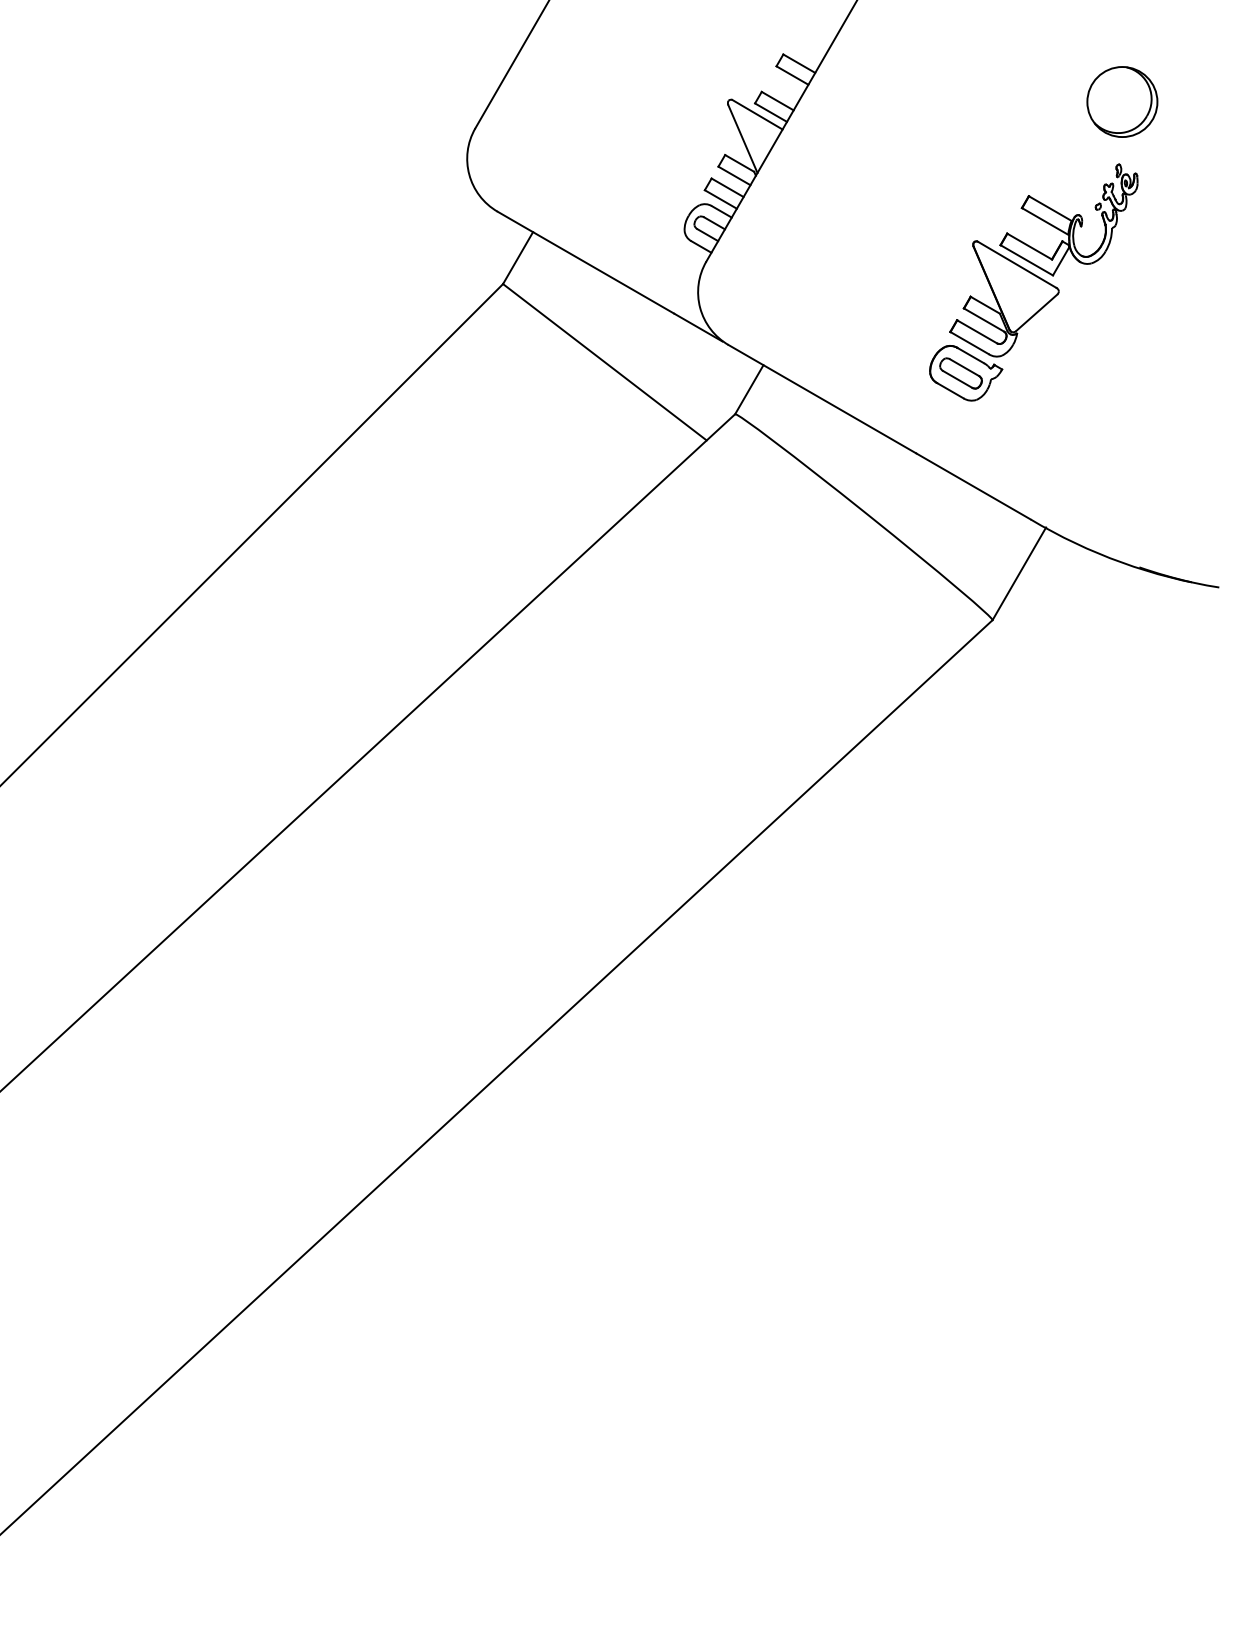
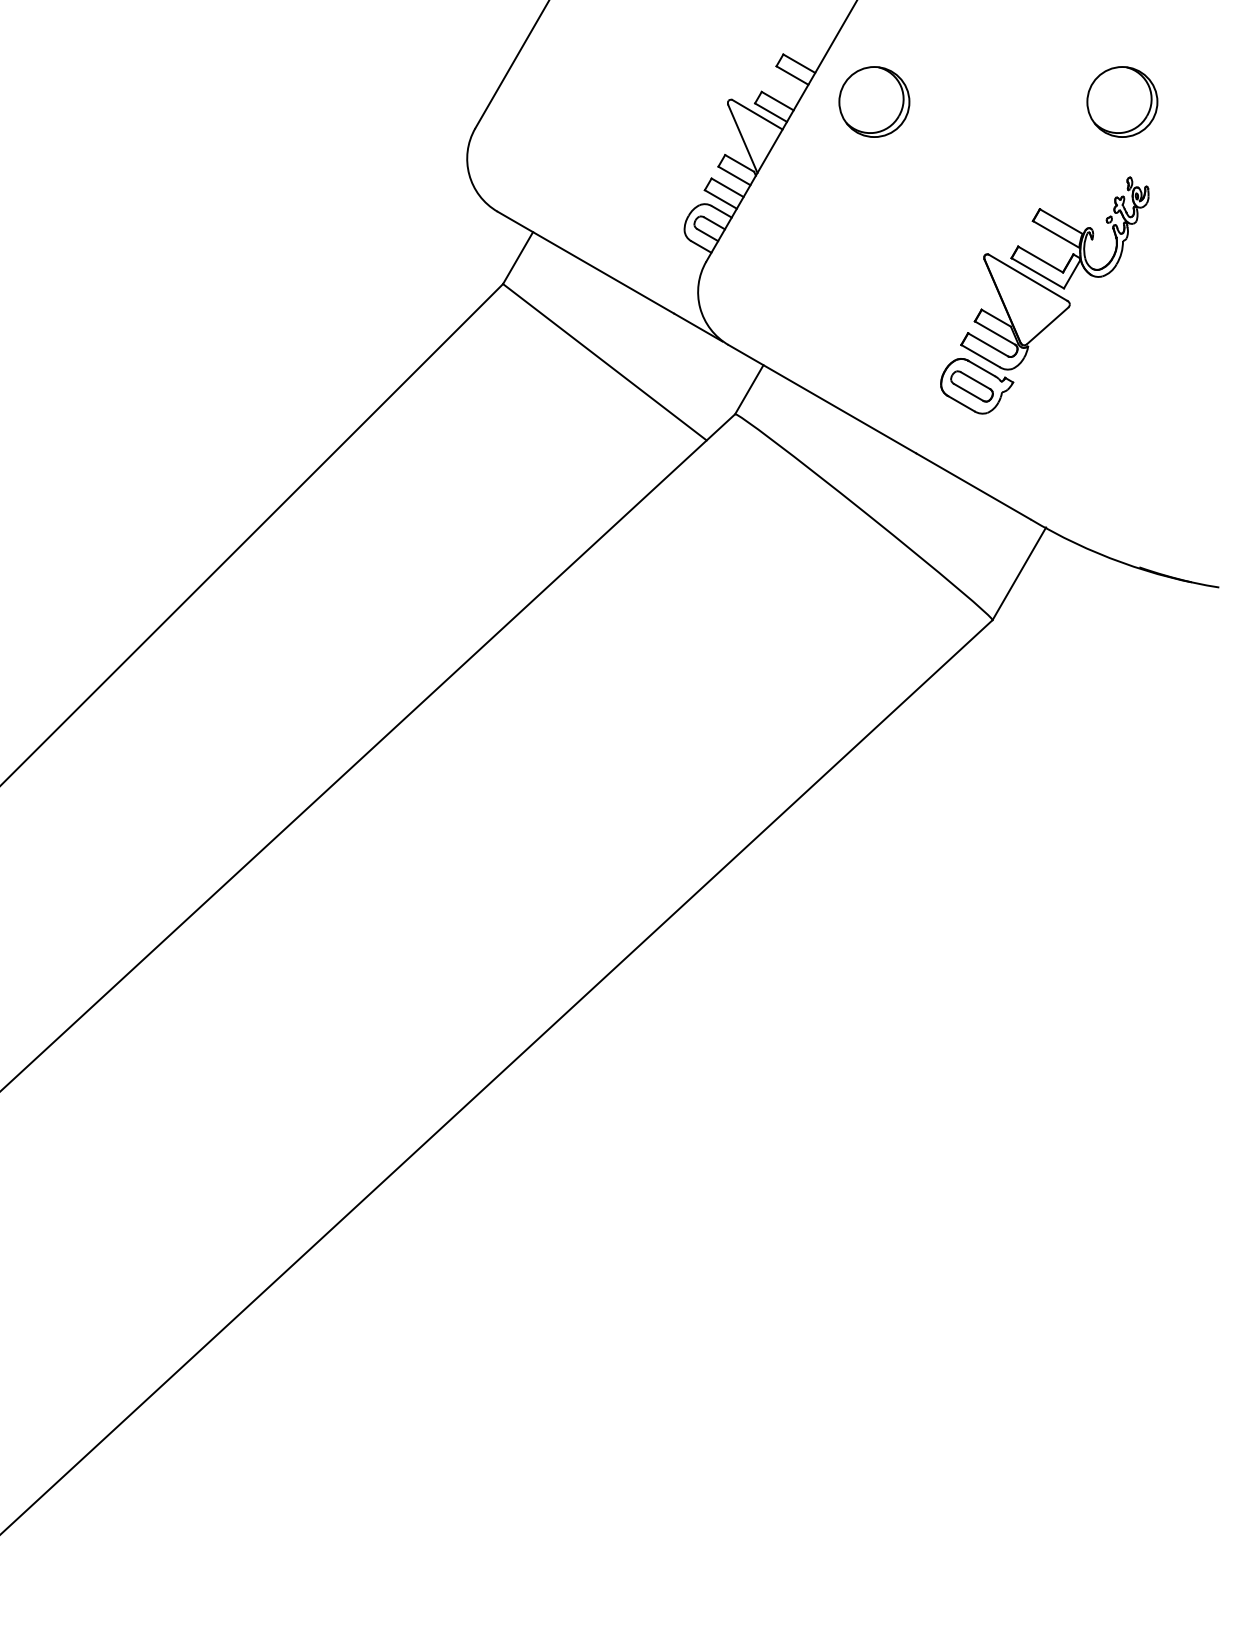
part at (874, 101): none -> present
part at (1033, 282) position: (1033, 282) -> (1044, 295)
